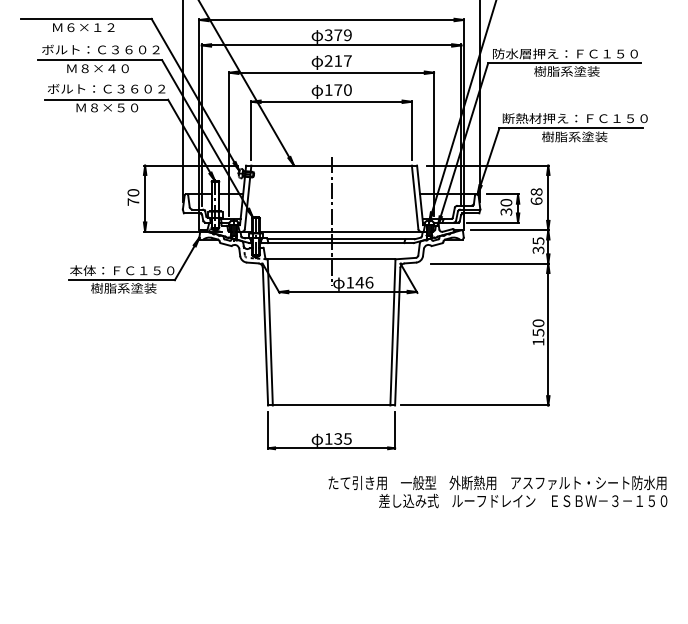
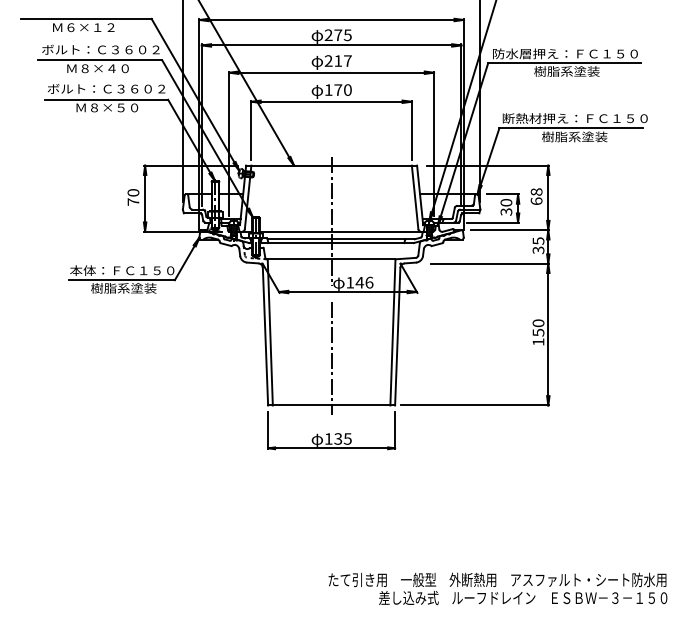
text at (337, 35): 379 -> 275
line at (331, 358): none -> present
text at (497, 491) position: (497, 491) -> (497, 588)
